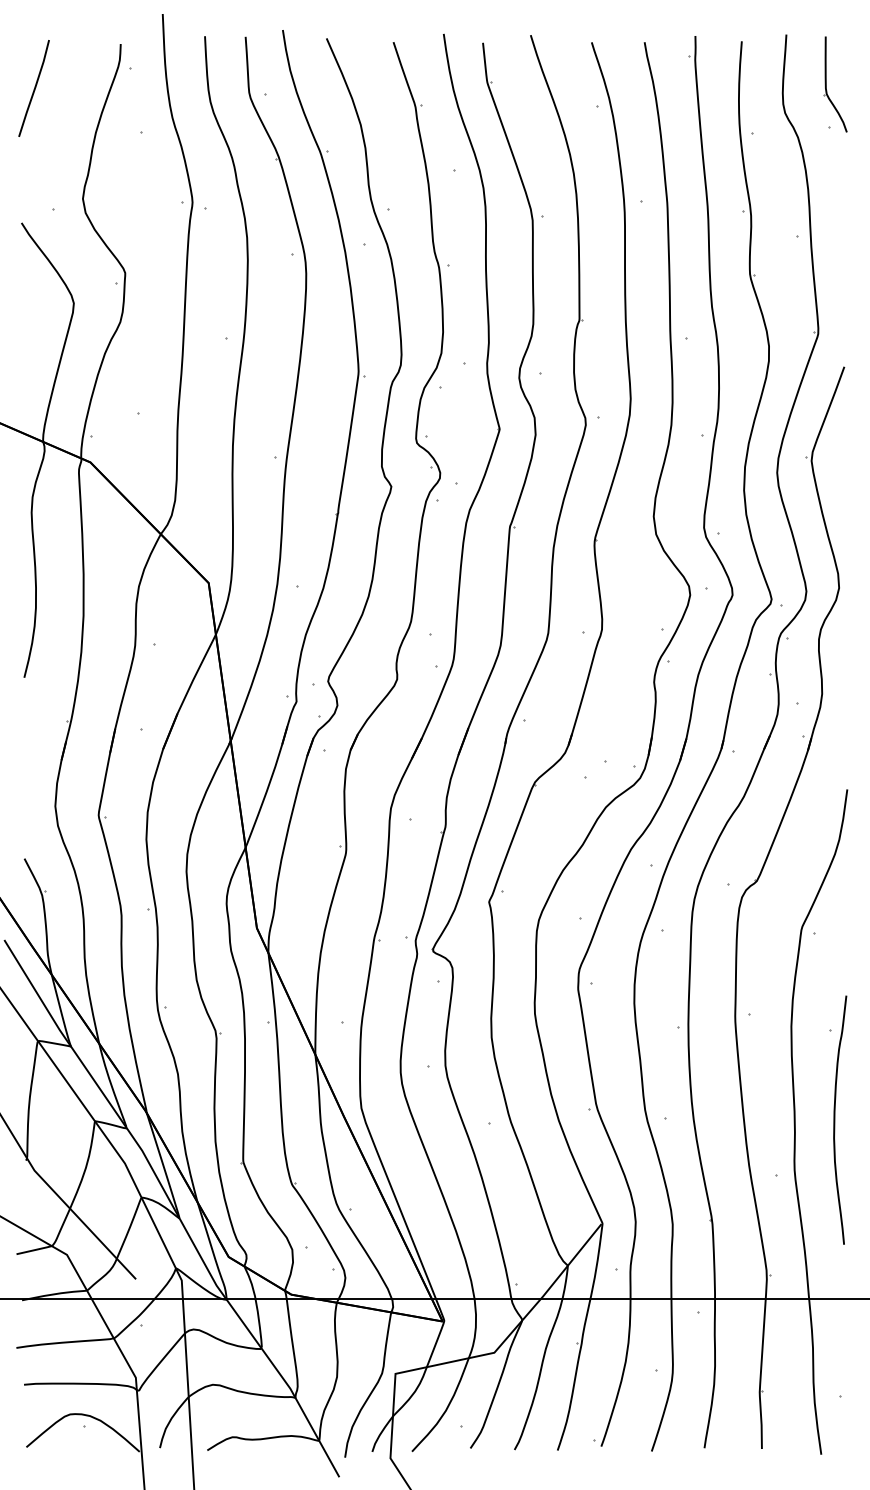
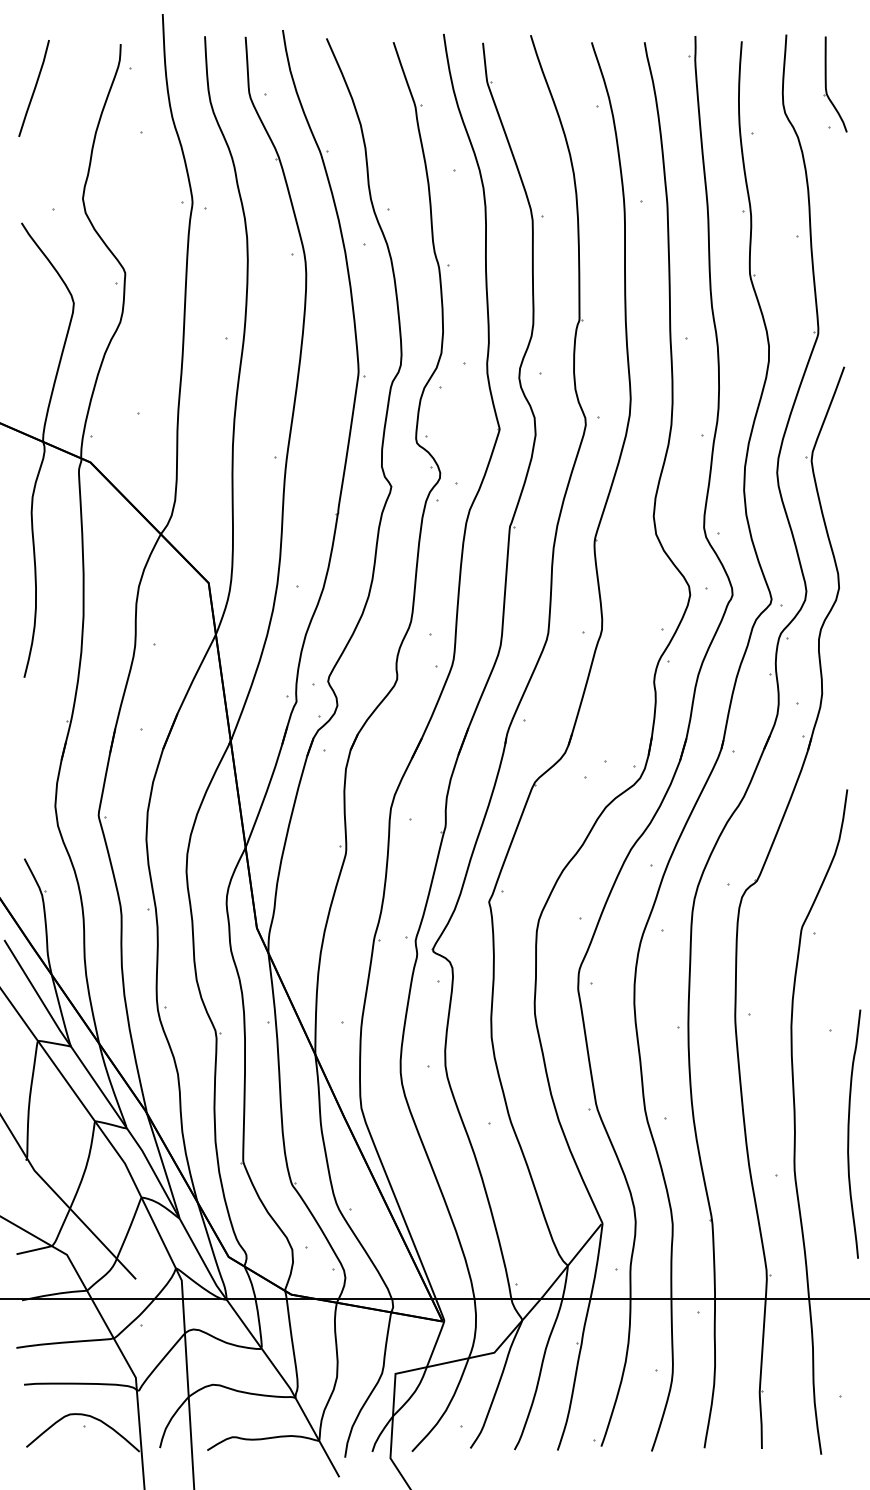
curve at (835, 1119) position: (835, 1119) -> (849, 1133)
